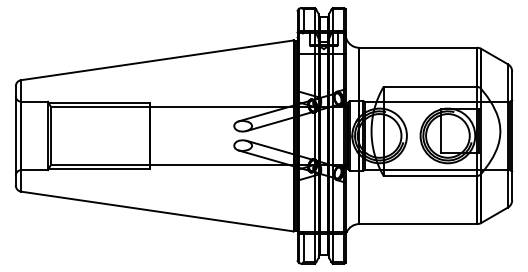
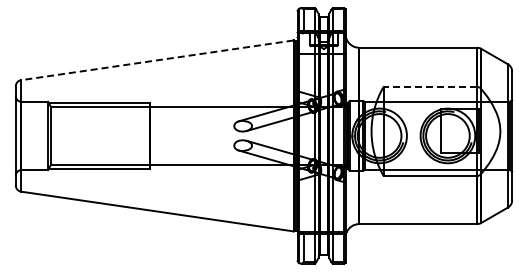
line at (157, 60): solid -> dashed
line at (430, 86): solid -> dashed
